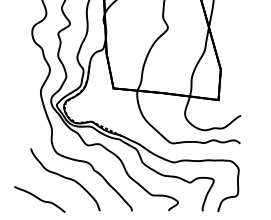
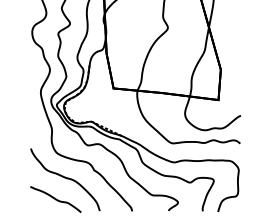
curve at (39, 199) position: (39, 199) -> (55, 199)
